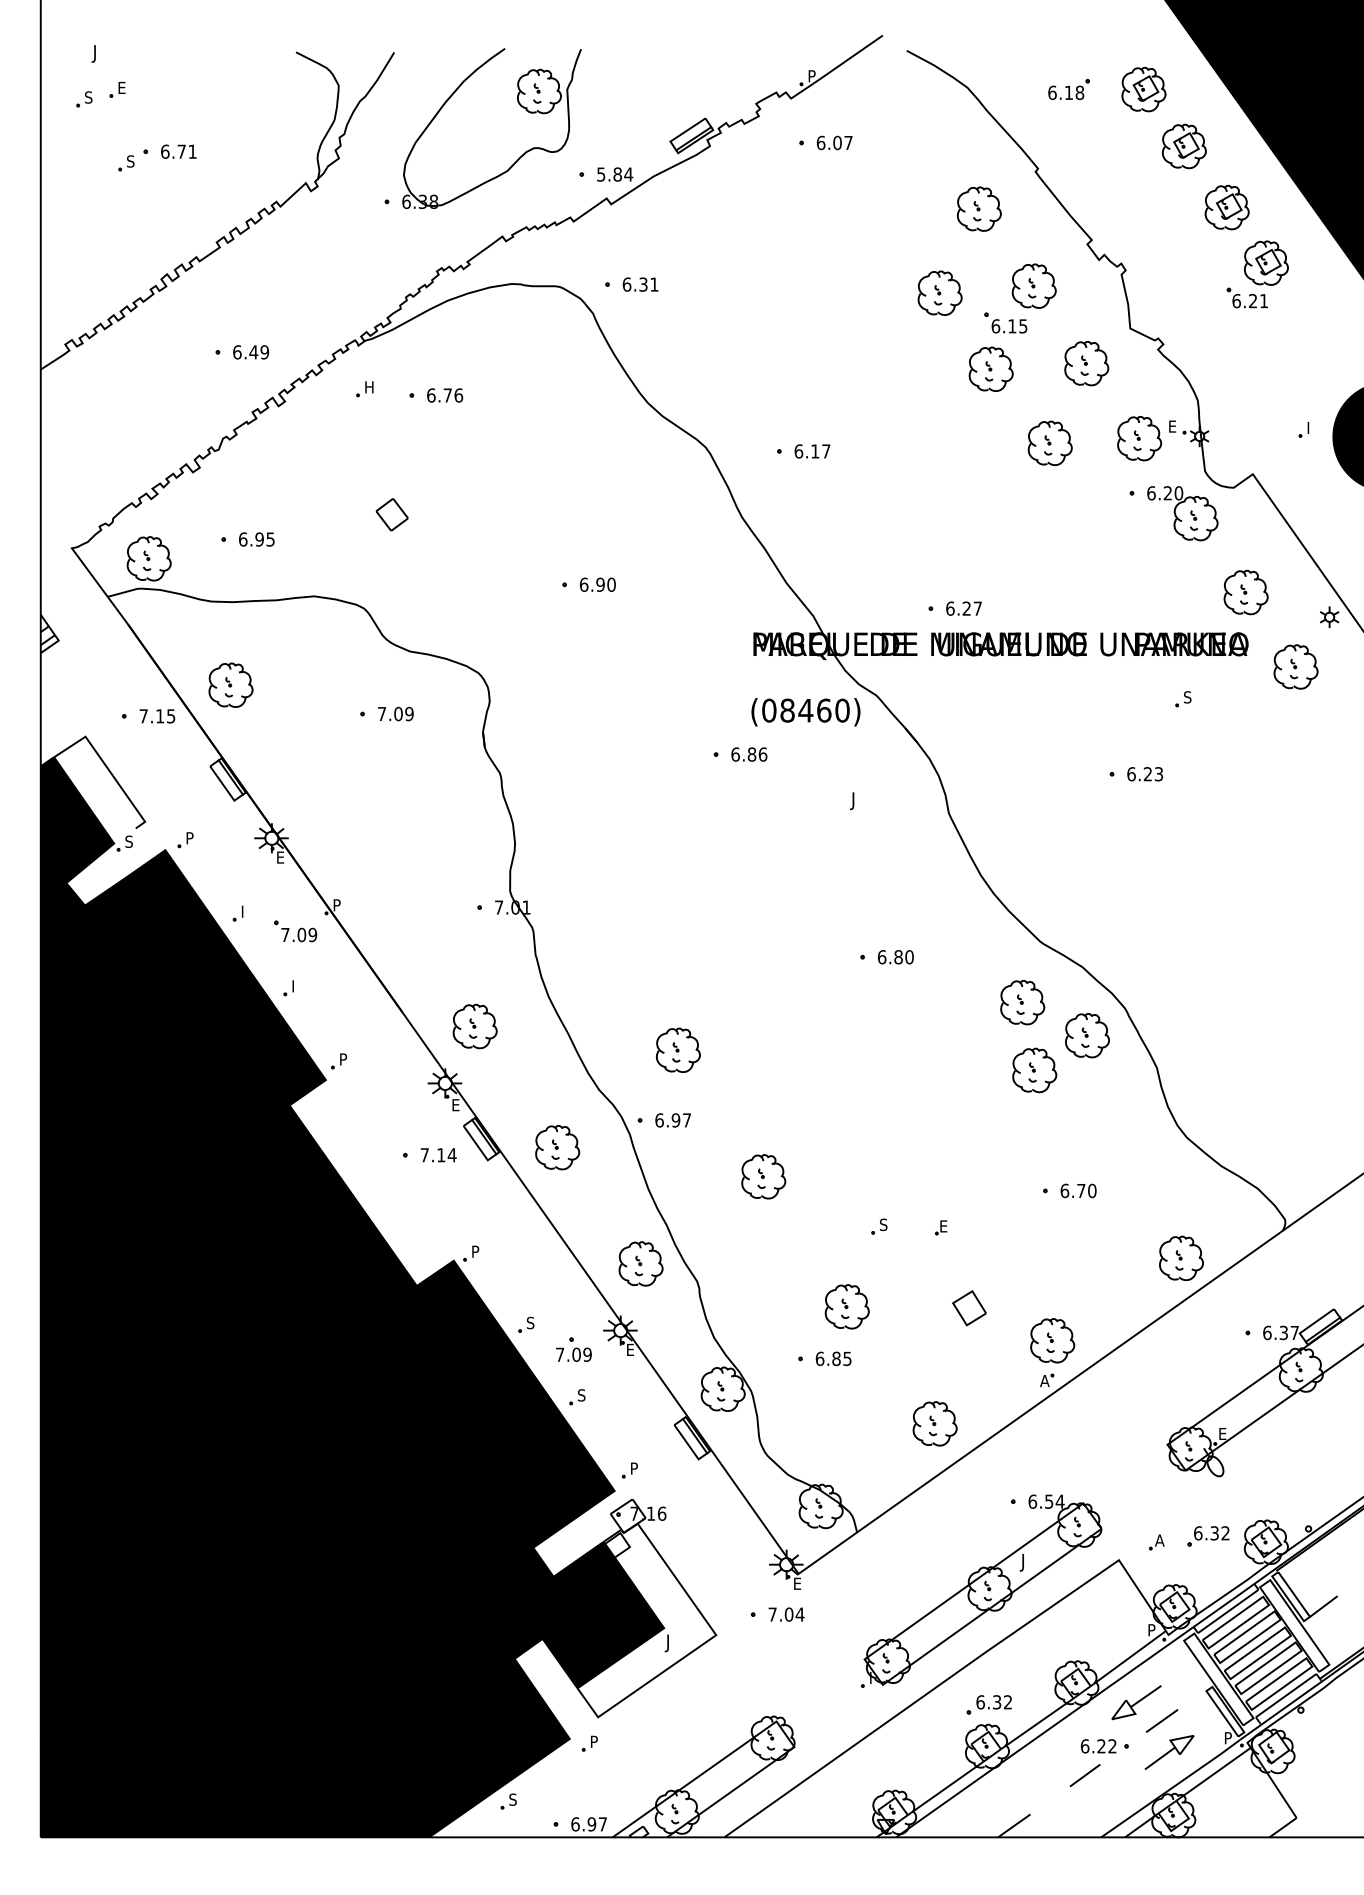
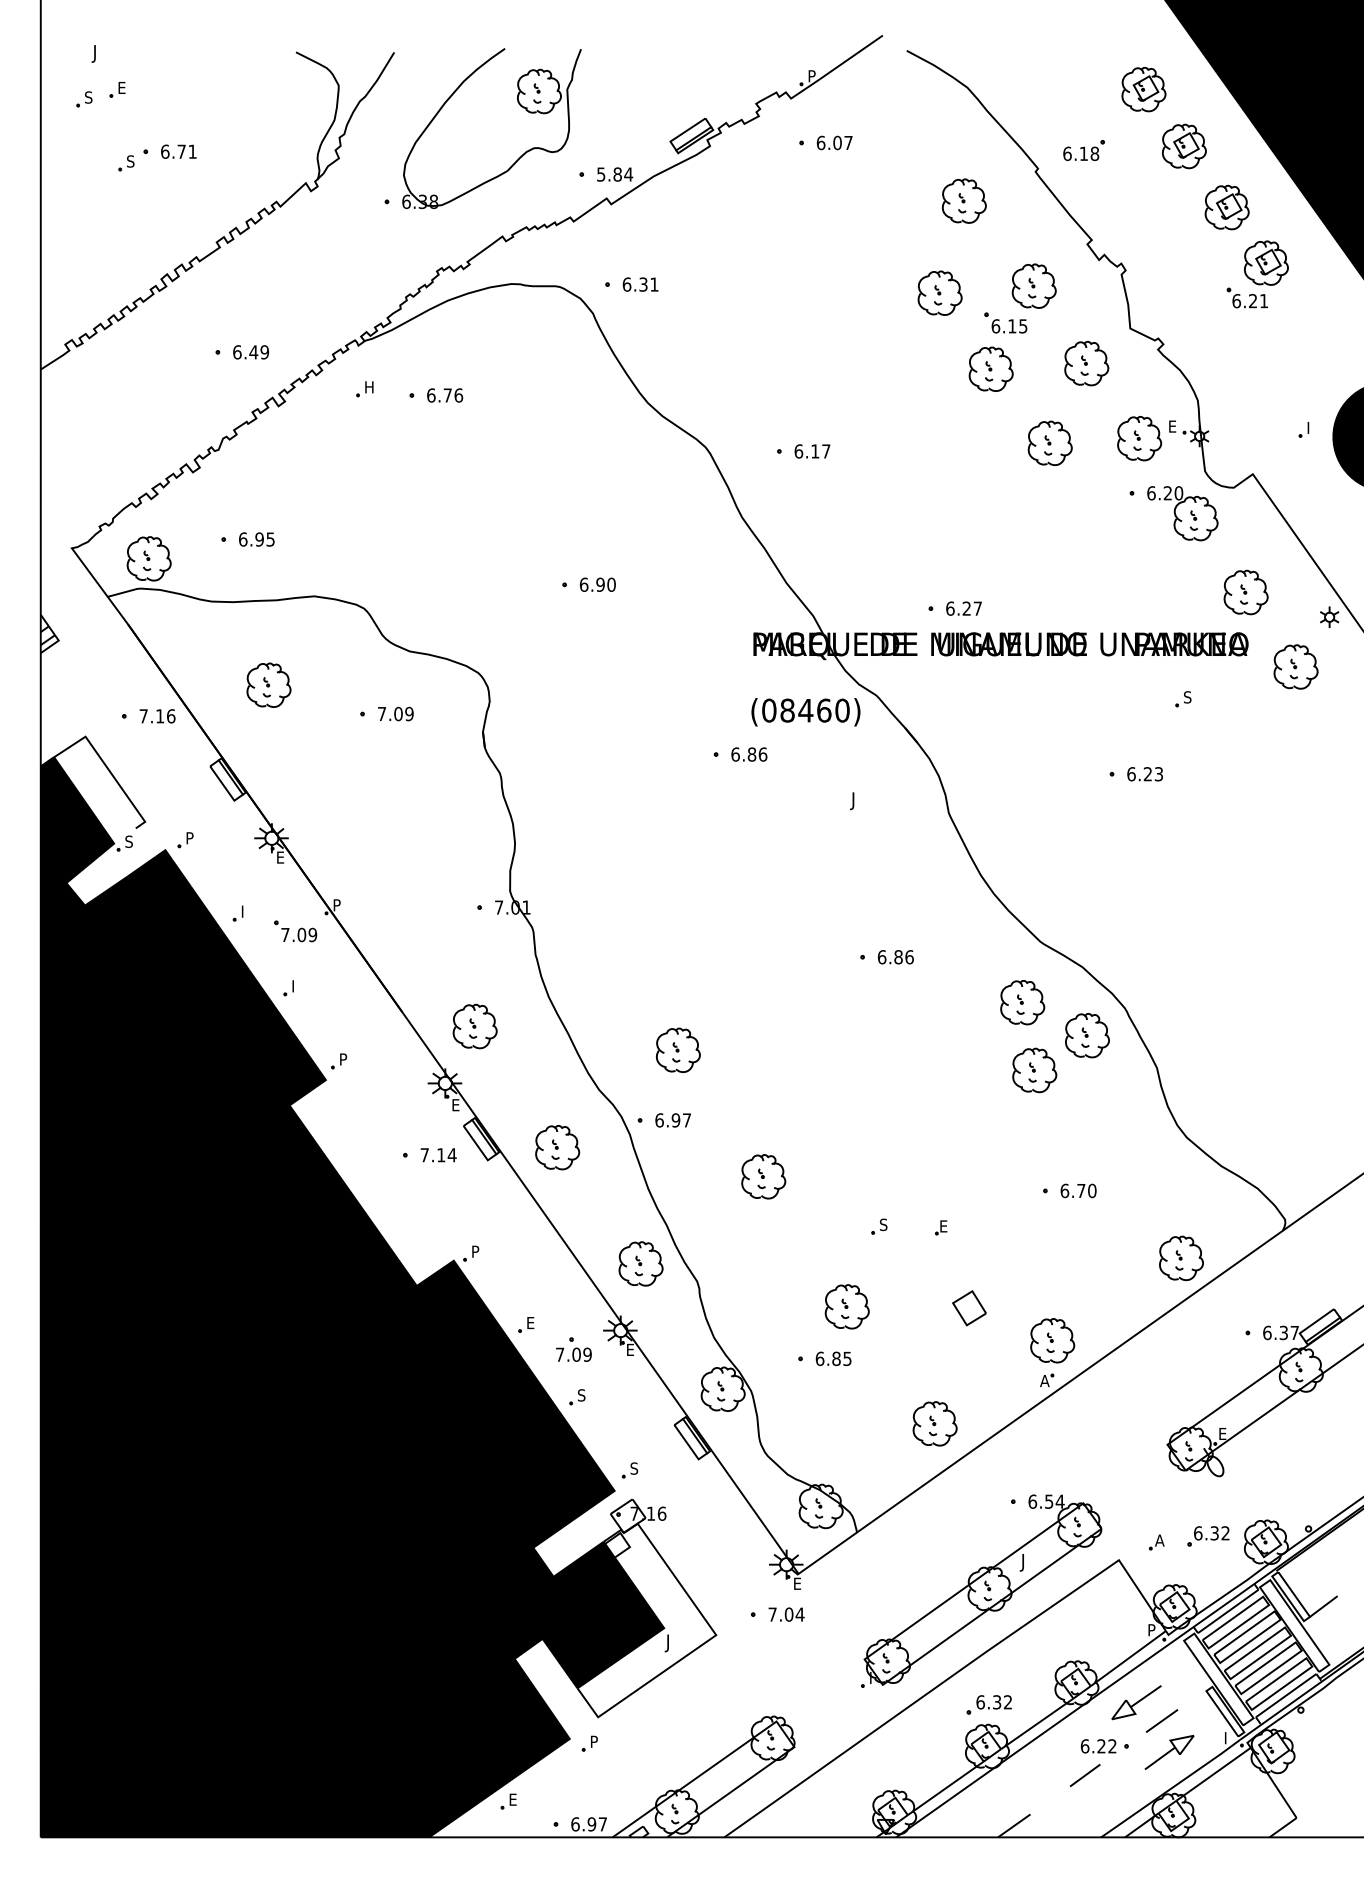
part at (1068, 89) position: (1068, 89) -> (1083, 150)
part at (978, 208) position: (978, 208) -> (963, 200)
part at (391, 514): present -> none
part at (230, 684) position: (230, 684) -> (268, 684)
text at (171, 716): 7.15 -> 7.16
text at (909, 956): 6.80 -> 6.86
text at (530, 1322): S -> E
text at (634, 1468): P -> S
text at (1228, 1735): P -> I
text at (512, 1799): S -> E
